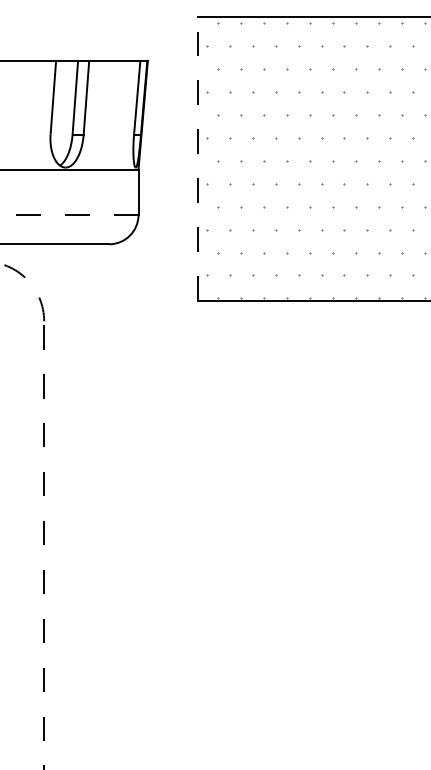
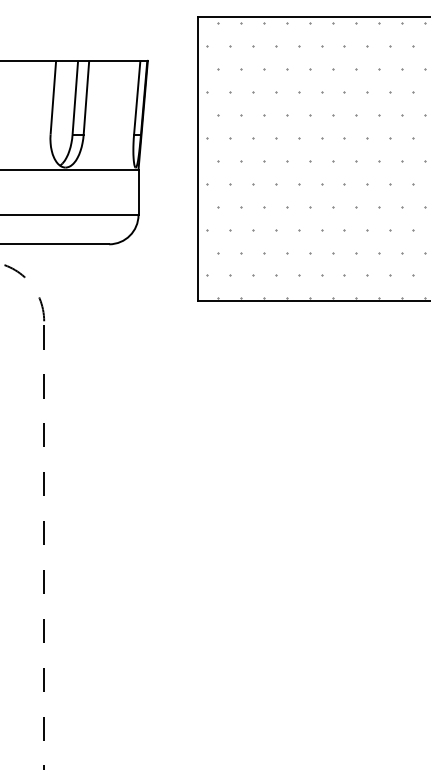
line at (197, 158): dashed -> solid
line at (69, 214): dashed -> solid
